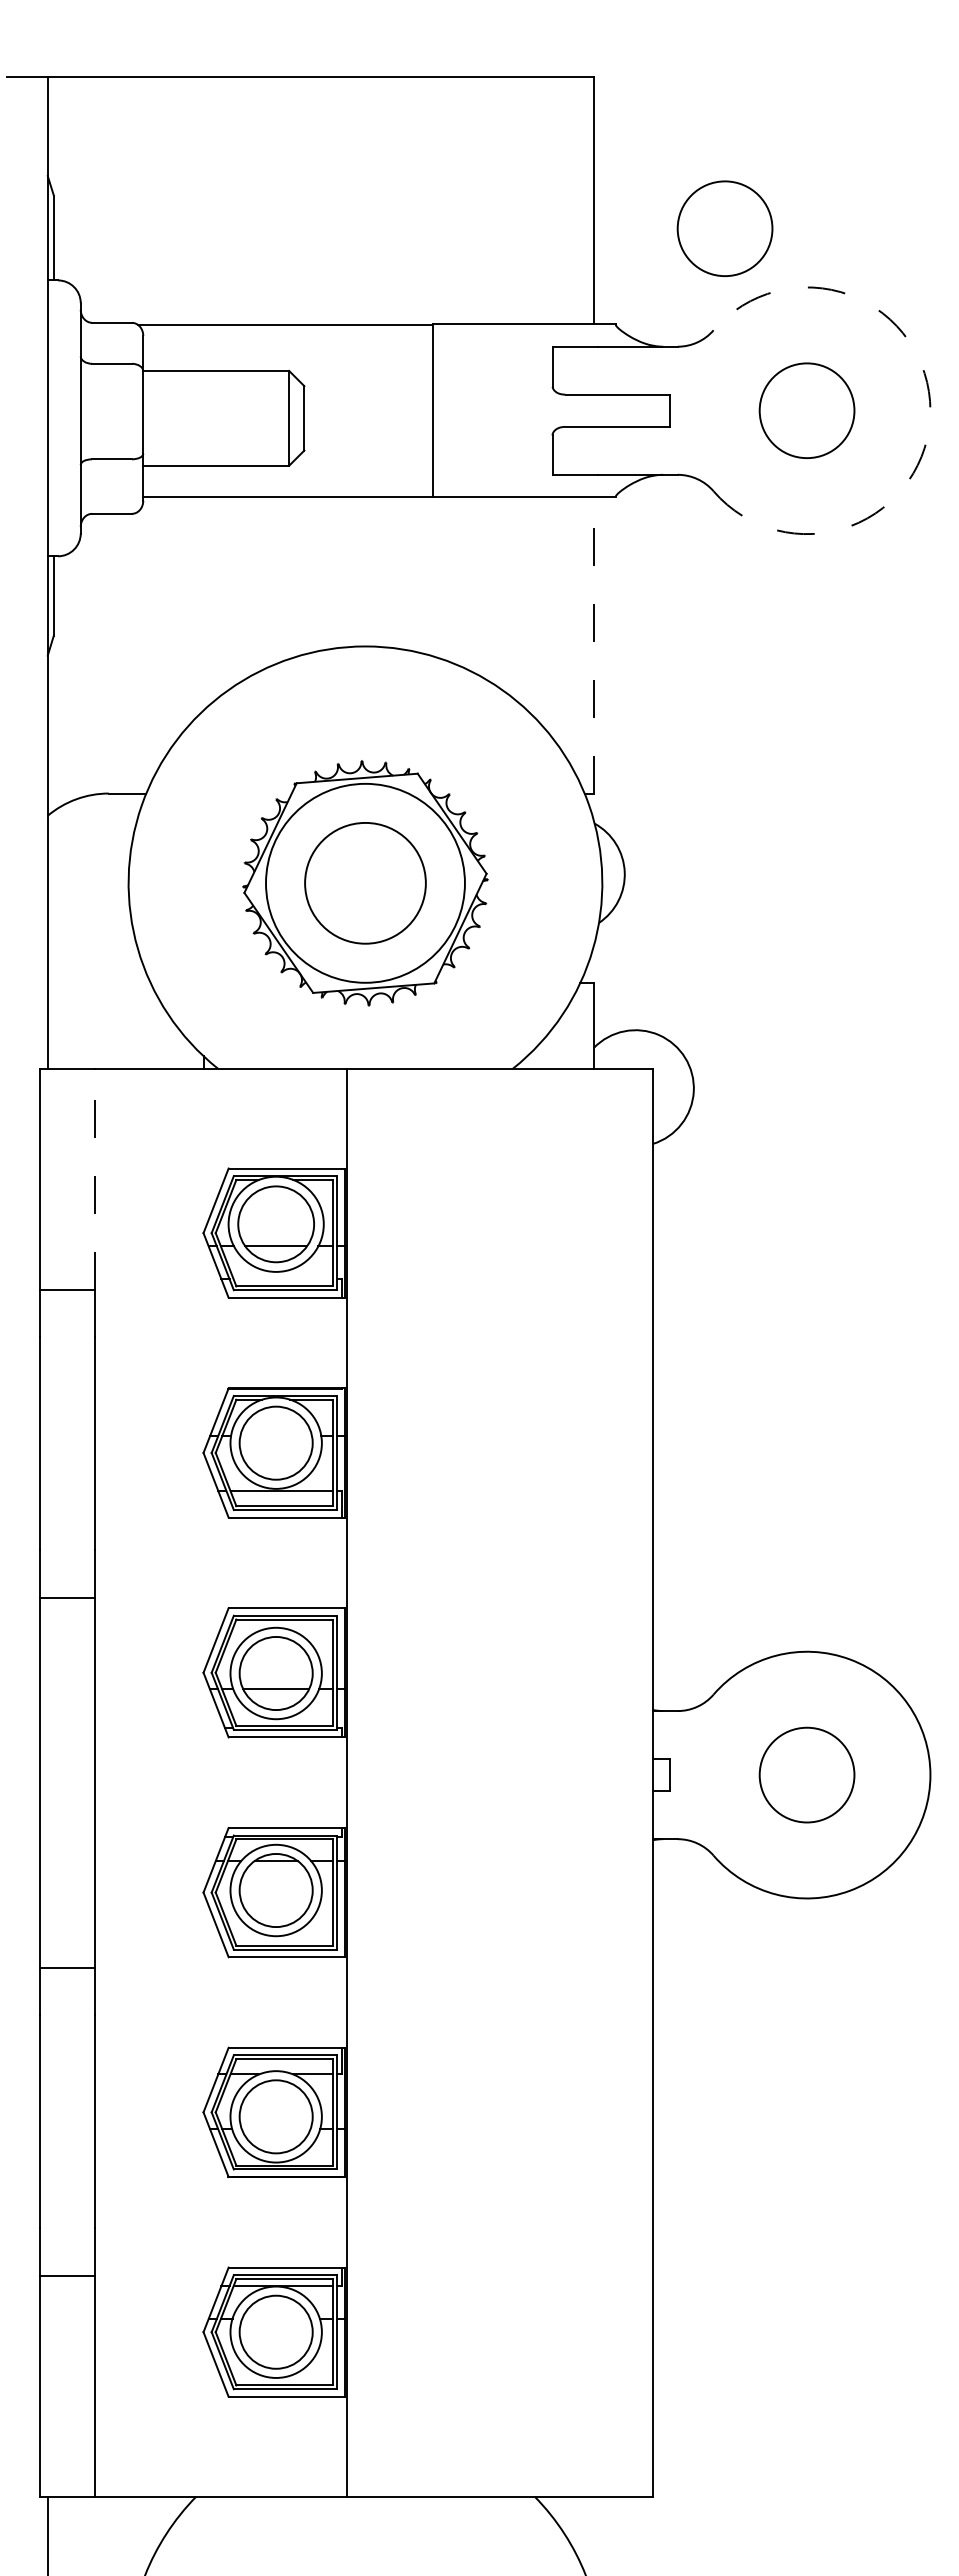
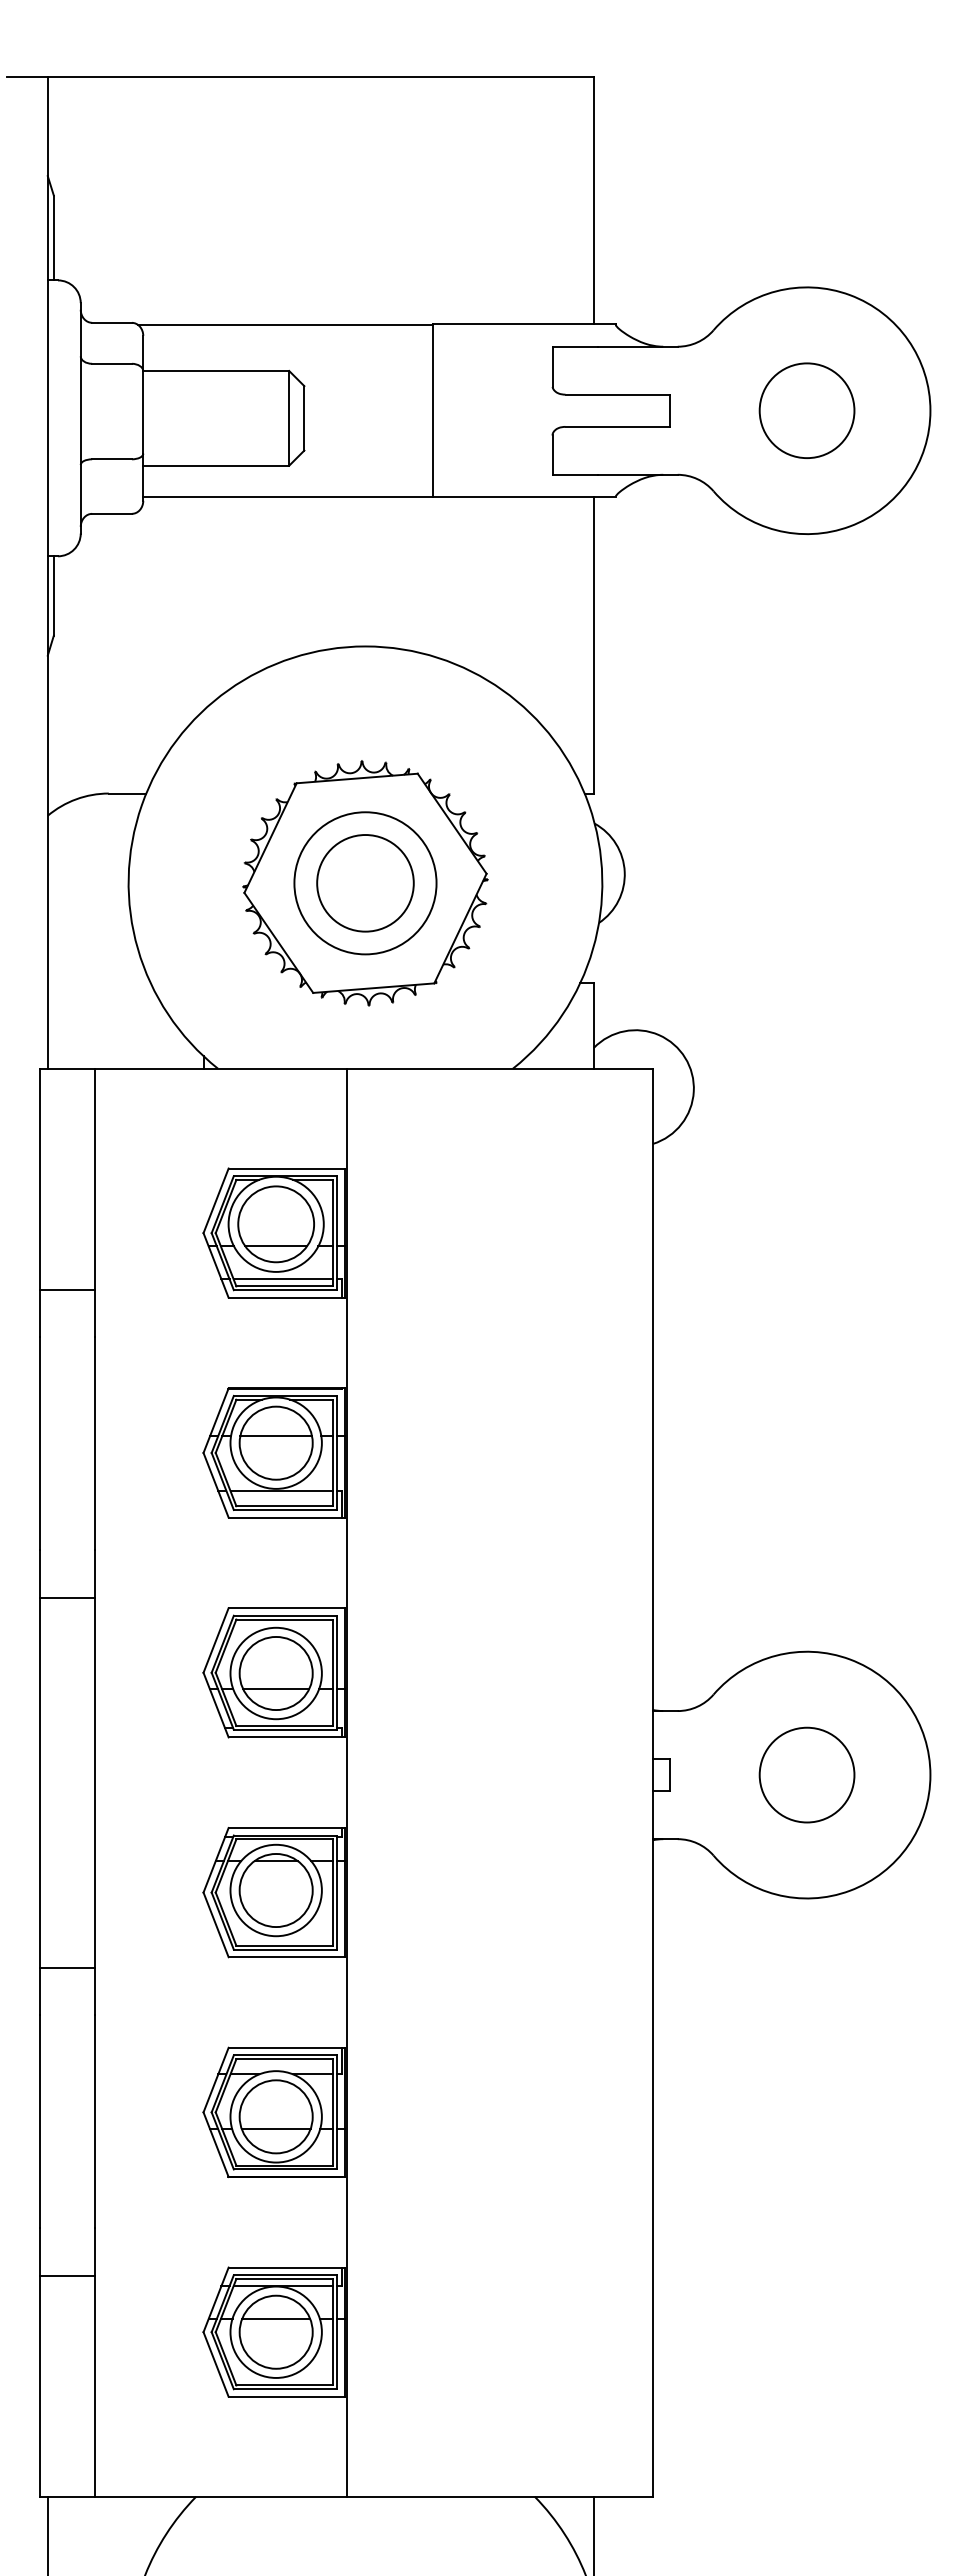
circle at (724, 228): present -> none
arc at (930, 410): dashed -> solid
line at (593, 644): dashed -> solid
circle at (365, 882) diameter: 121 px -> 97 px
circle at (365, 882) diameter: 199 px -> 142 px
line at (95, 1178): dashed -> solid
line at (283, 1279): none -> present
line at (276, 1435): none -> present
line at (275, 2129): none -> present
line at (276, 2318): none -> present
line at (593, 2534): none -> present
